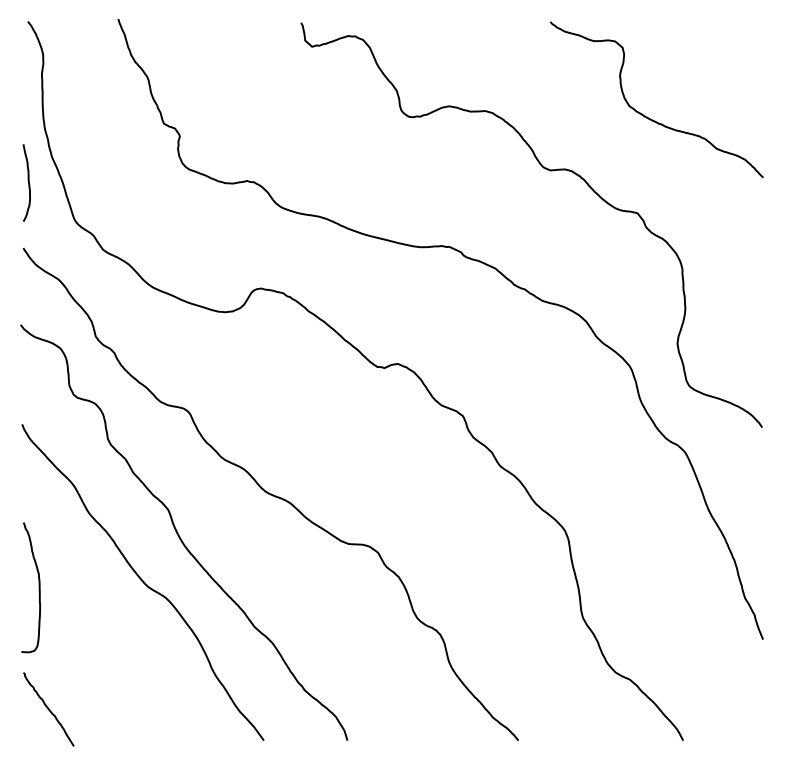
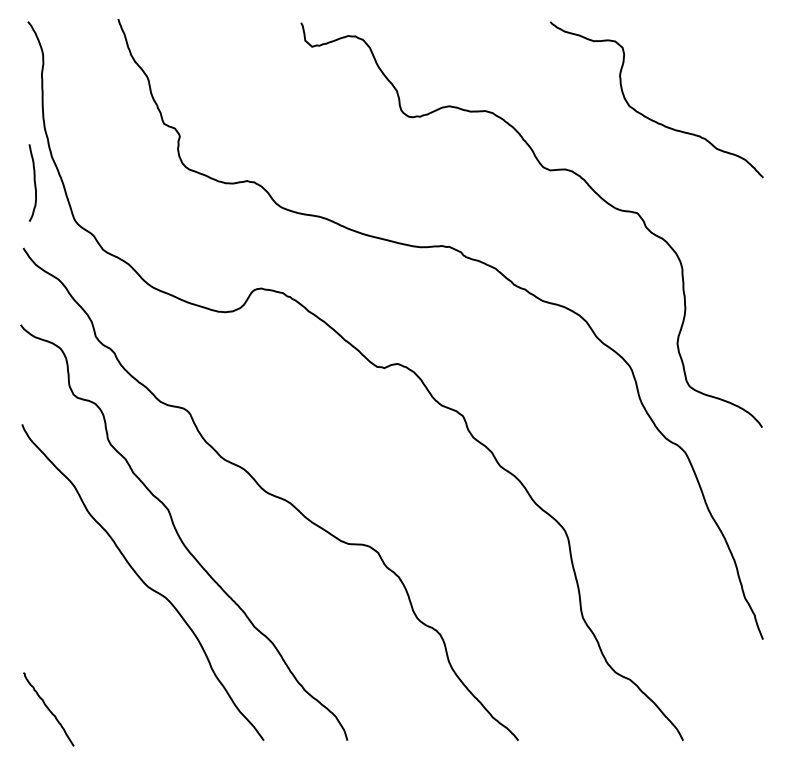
curve at (27, 181) position: (27, 181) -> (33, 181)
curve at (38, 587): present -> none
